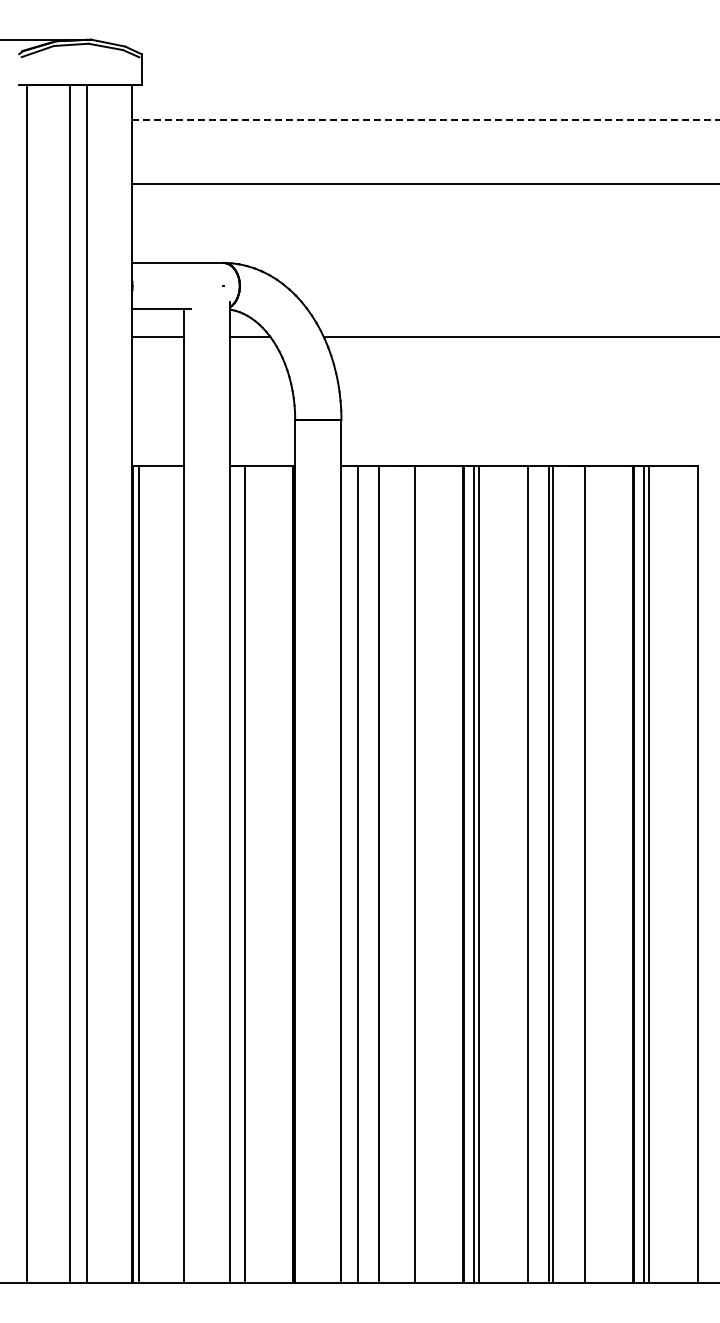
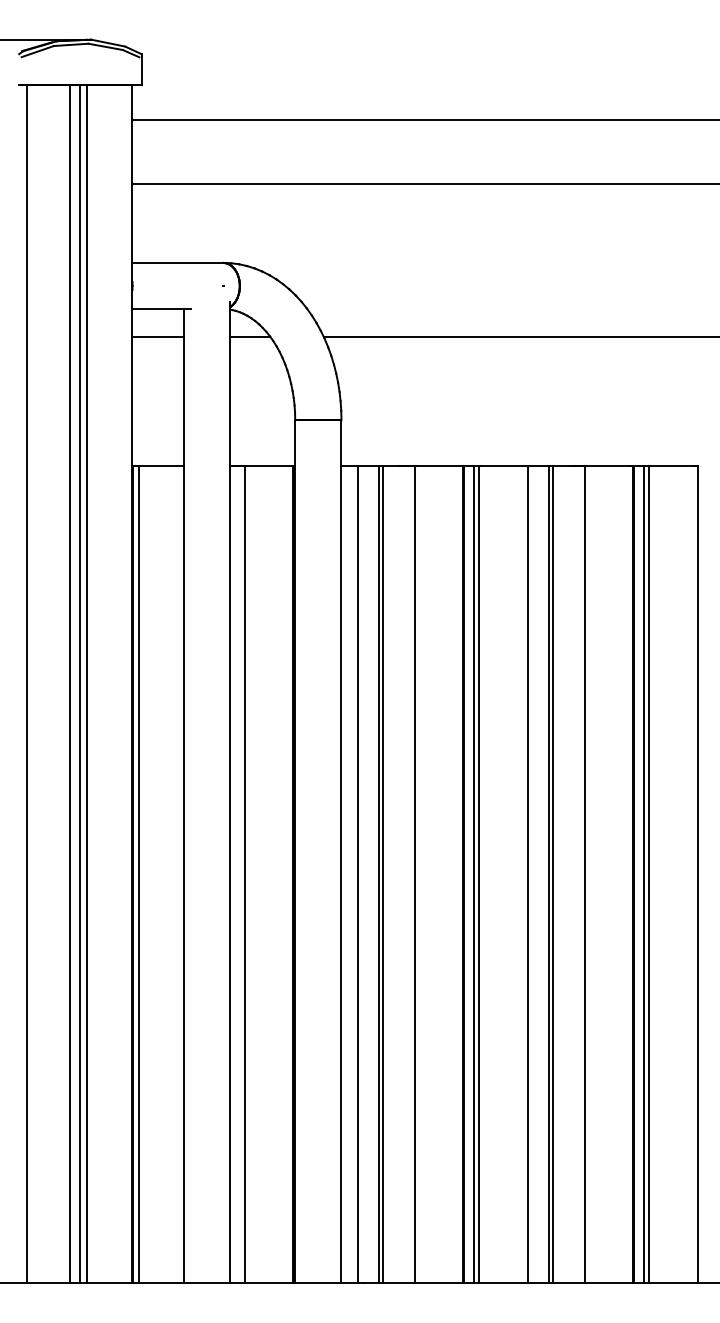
line at (425, 119): dashed -> solid
line at (79, 684): none -> present
line at (382, 874): none -> present
